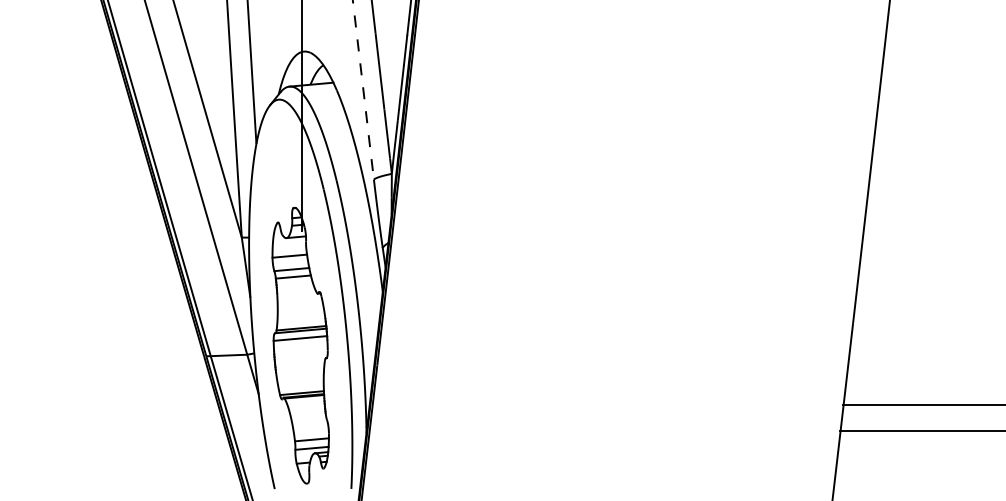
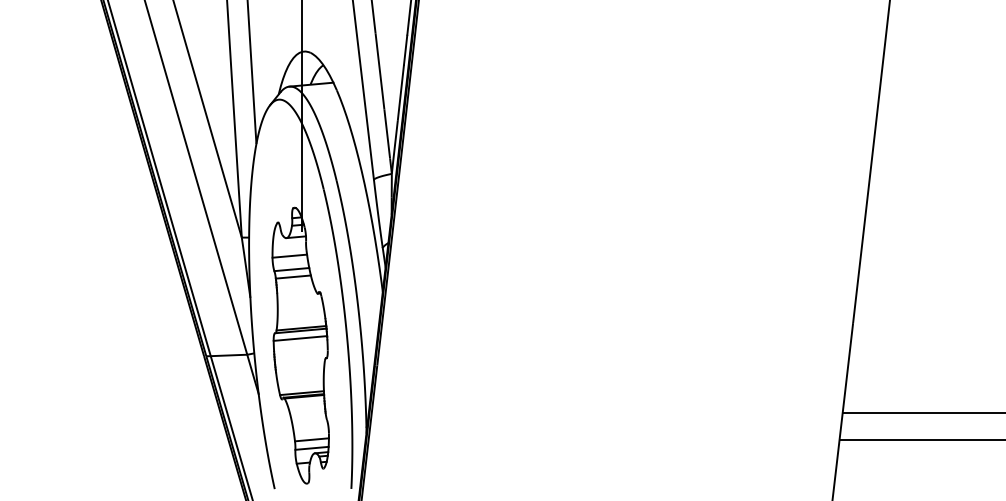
line at (363, 90): dashed -> solid
line at (922, 405) position: (922, 405) -> (922, 413)
line at (920, 430) position: (920, 430) -> (920, 439)
